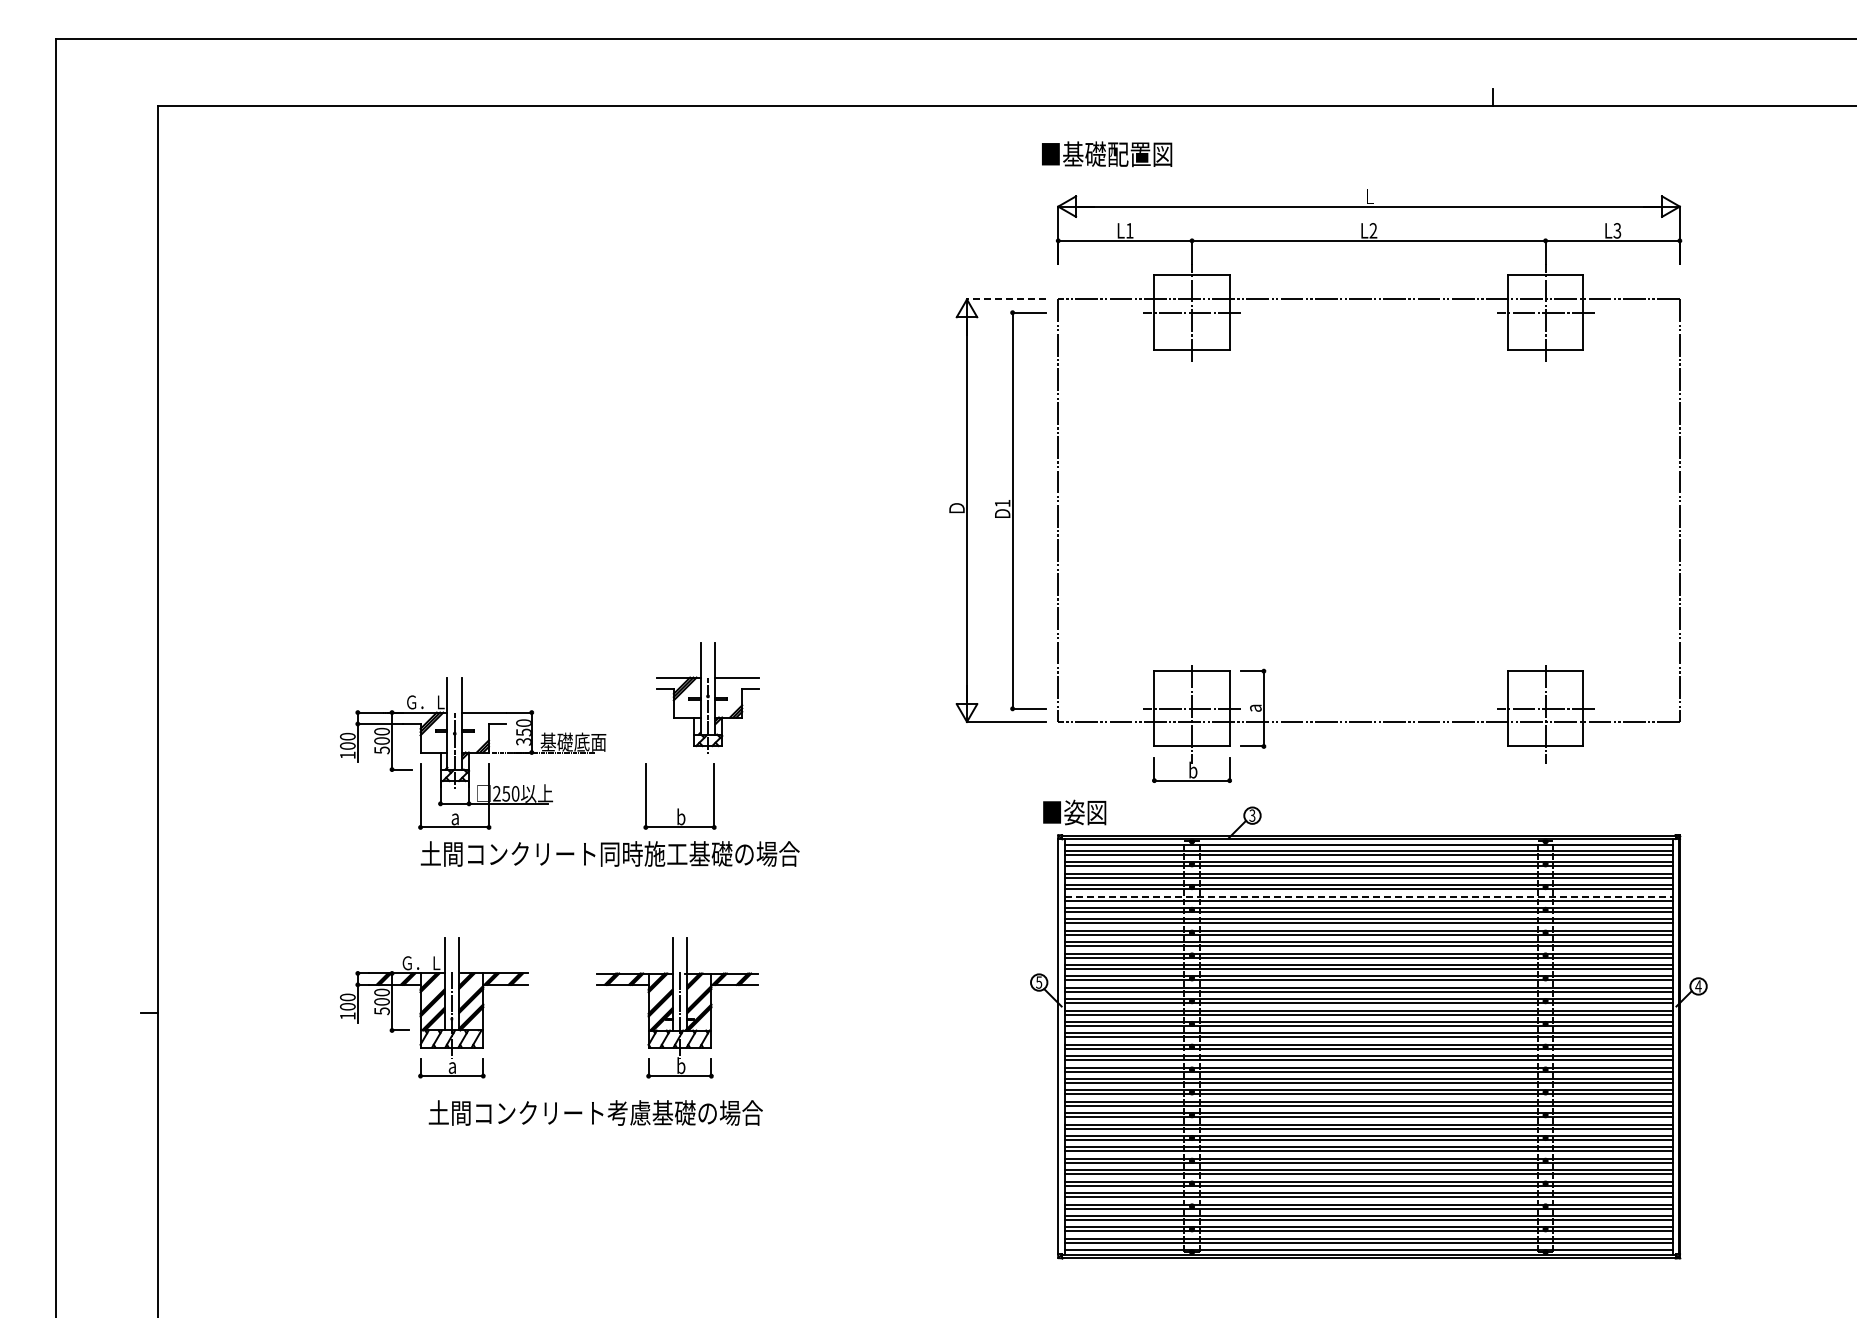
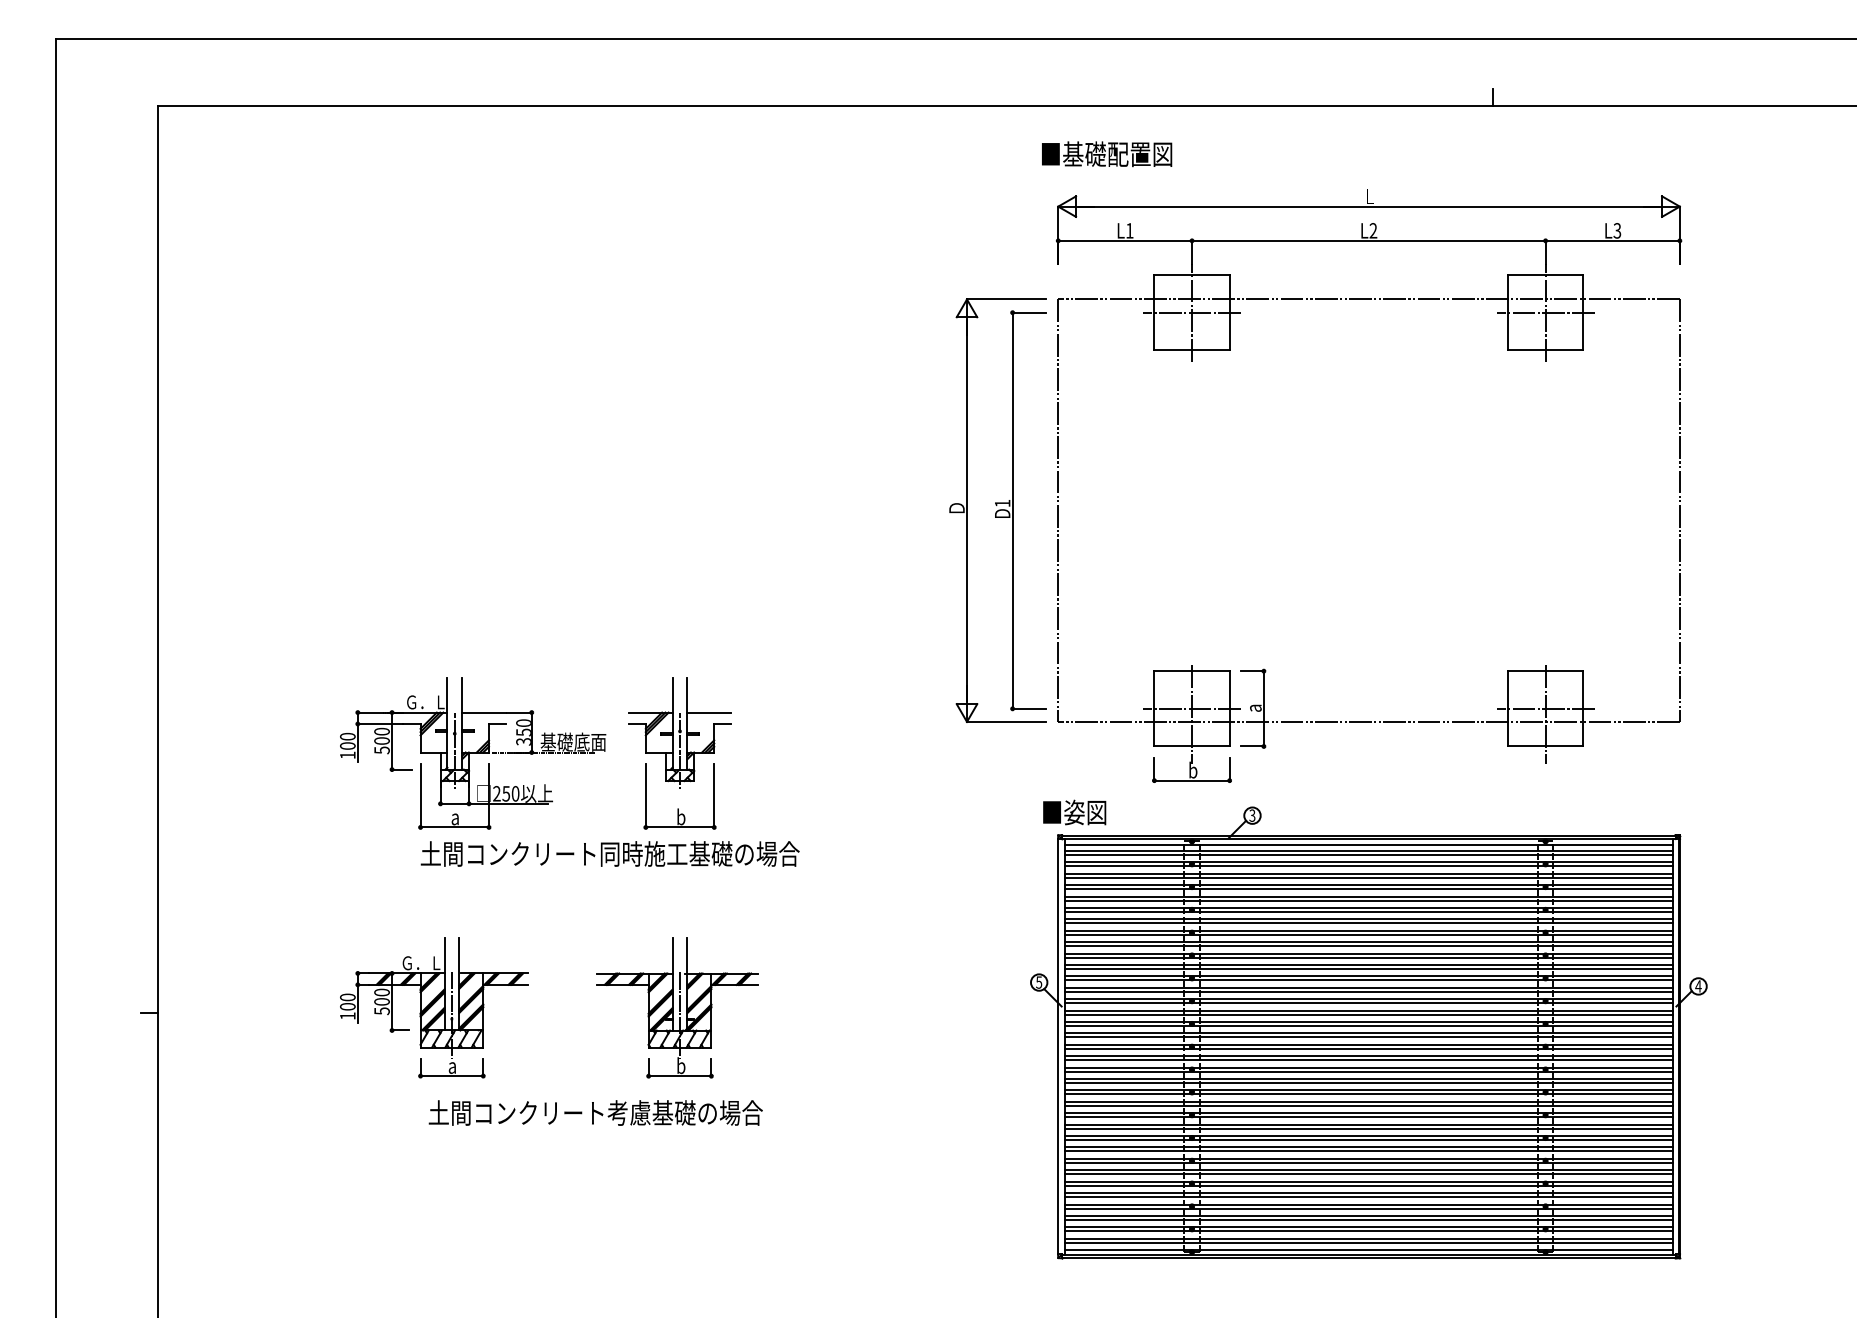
line at (1006, 299): dashed -> solid
part at (707, 697) position: (707, 697) -> (679, 732)
line at (1368, 896): dashed -> solid
